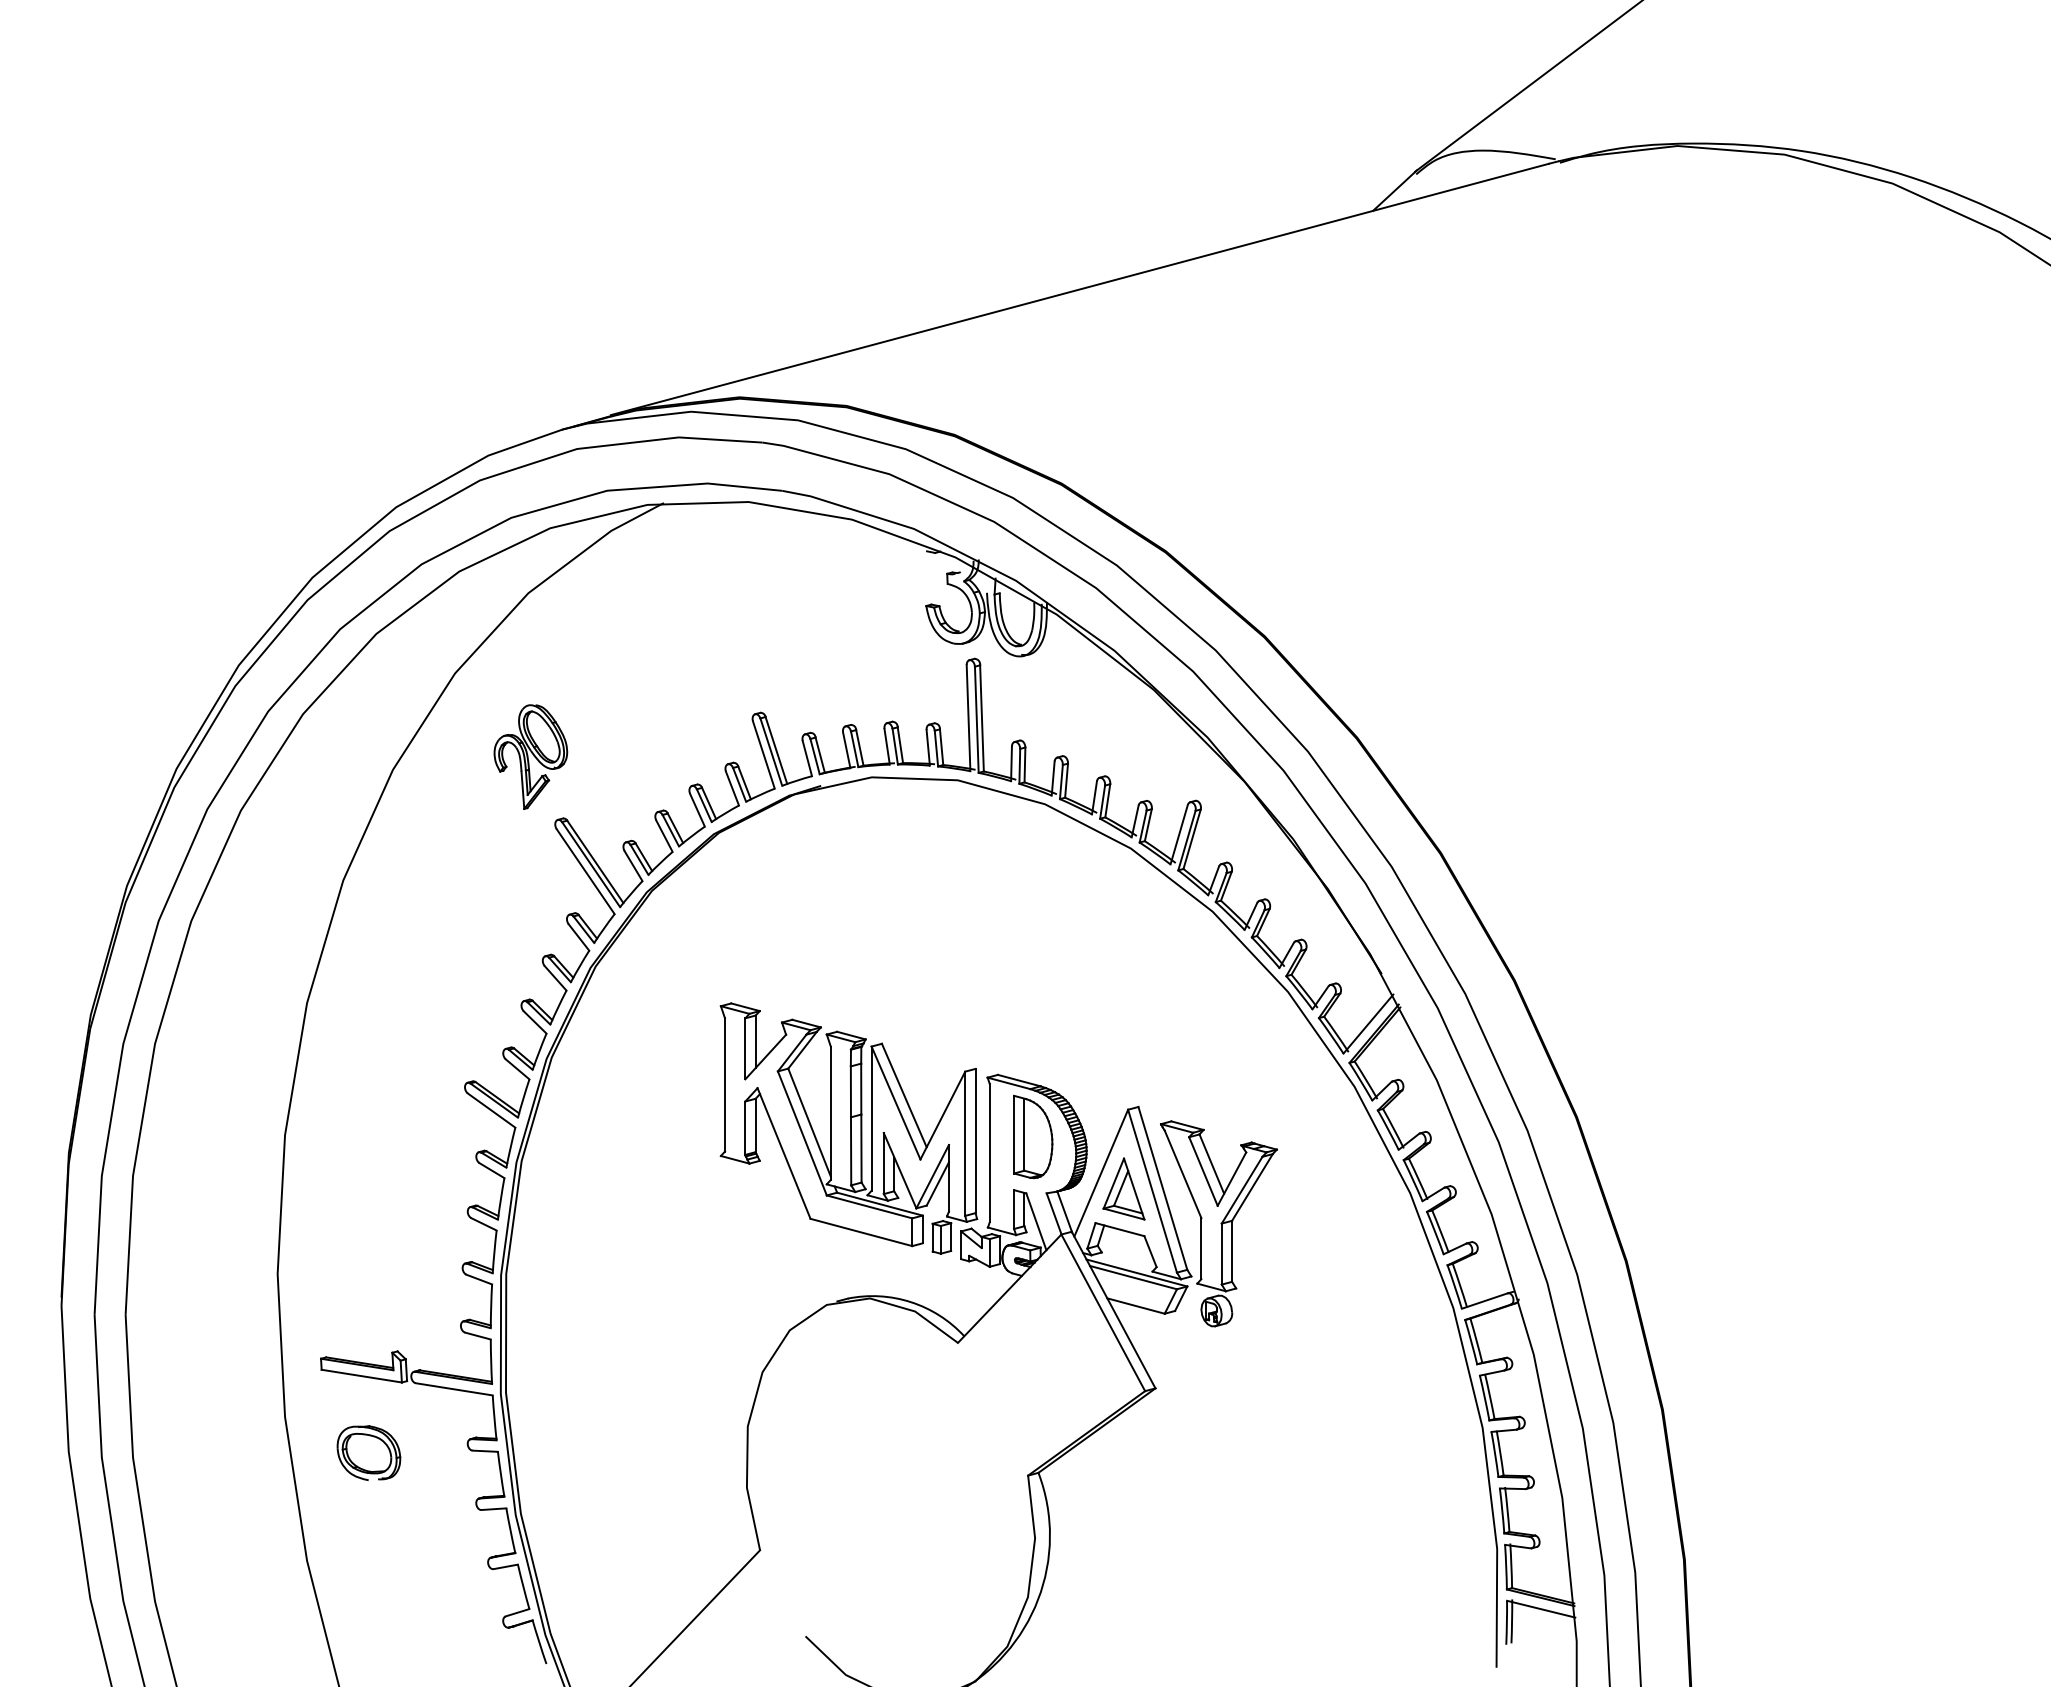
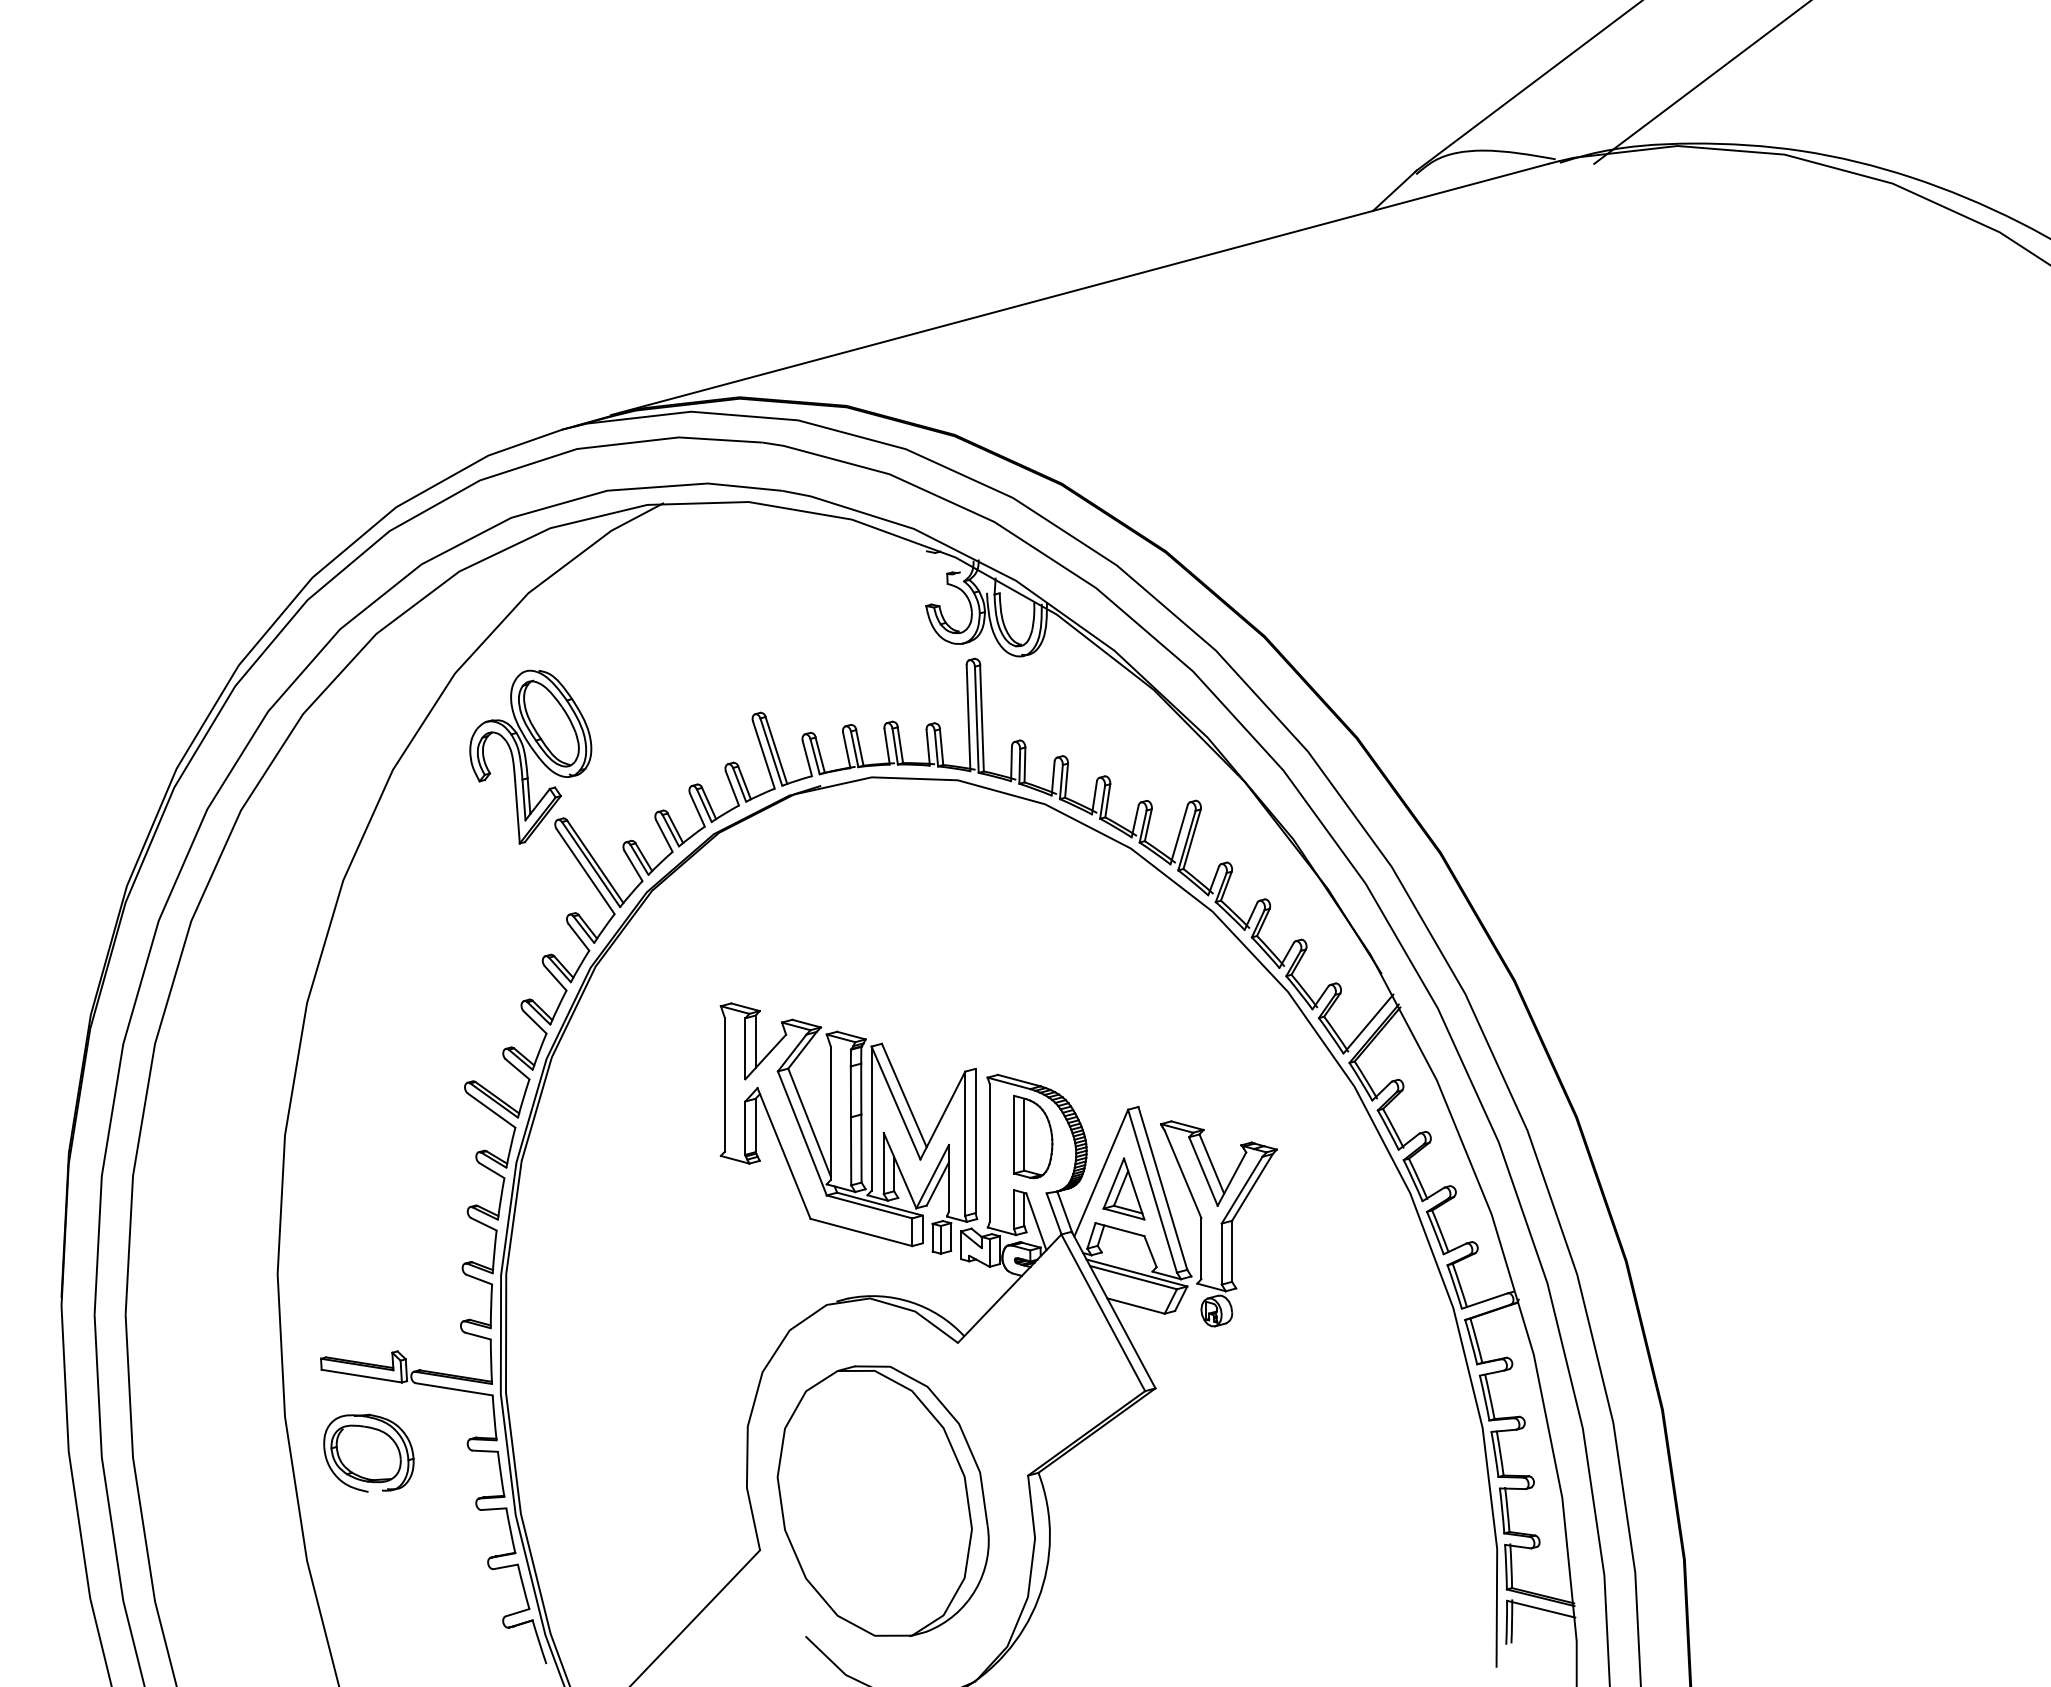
line at (1701, 82): none -> present
part at (530, 756) size: 76x106 px -> 124x176 px
part at (368, 1452) size: 66x56 px -> 92x80 px
part at (882, 1500): none -> present
